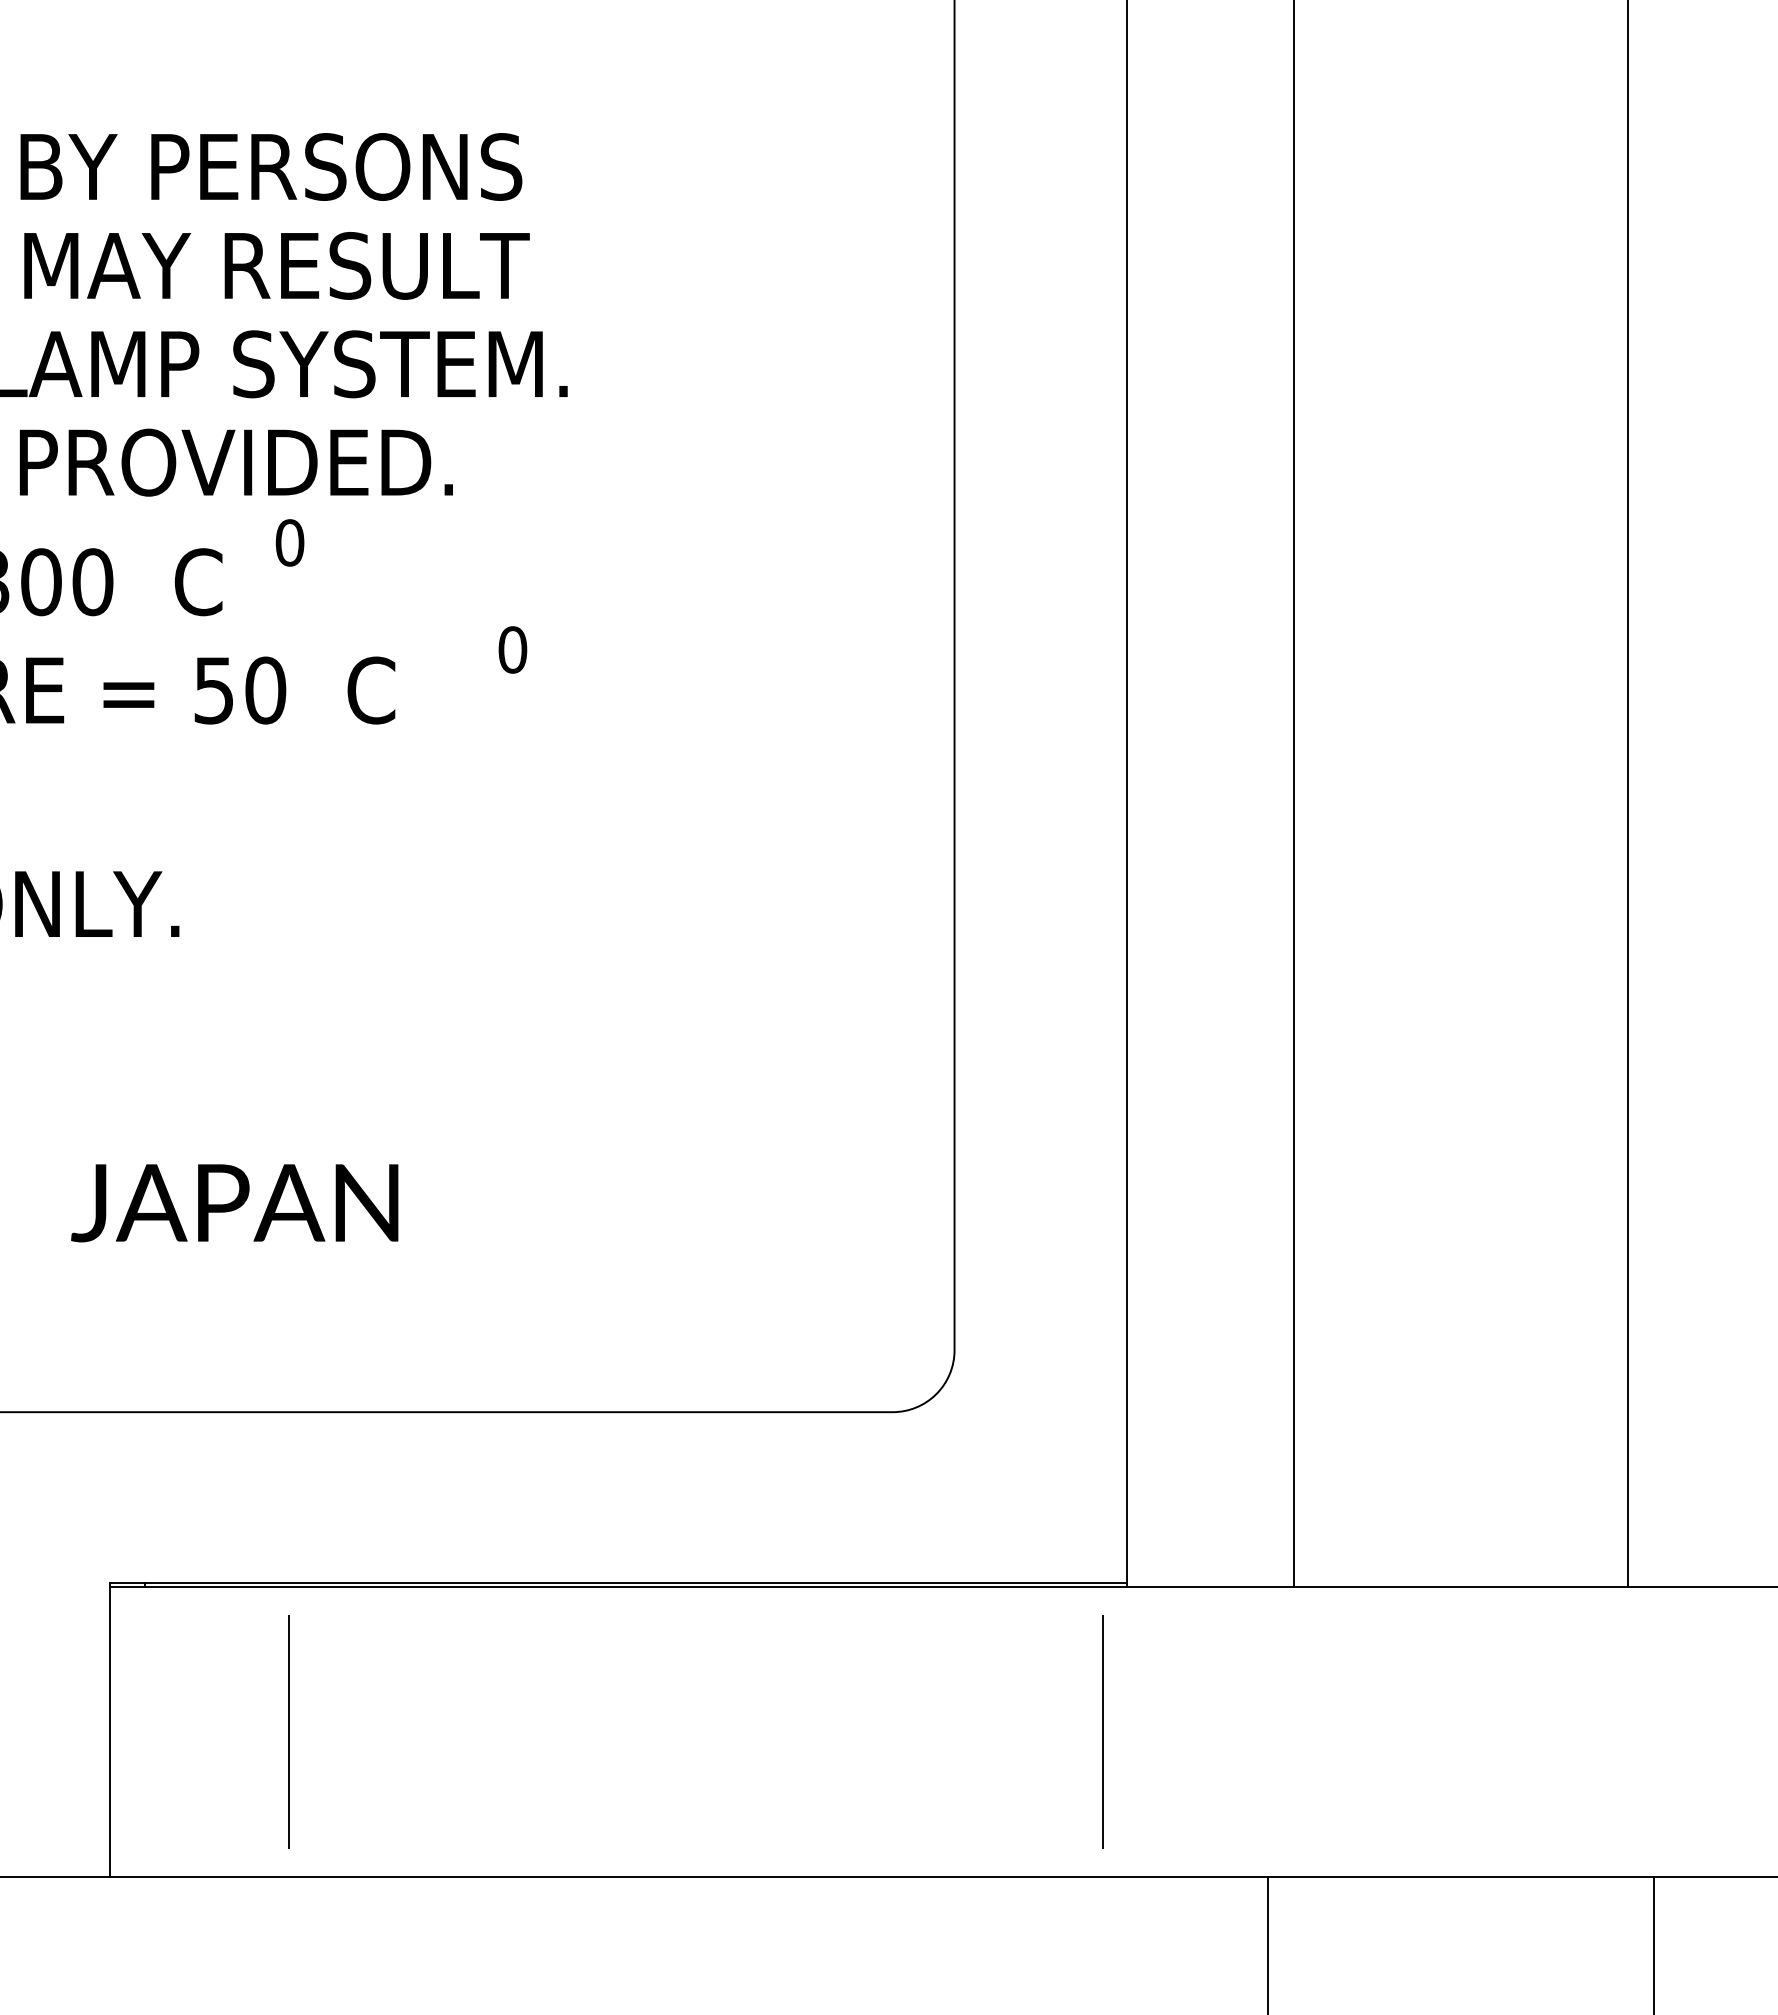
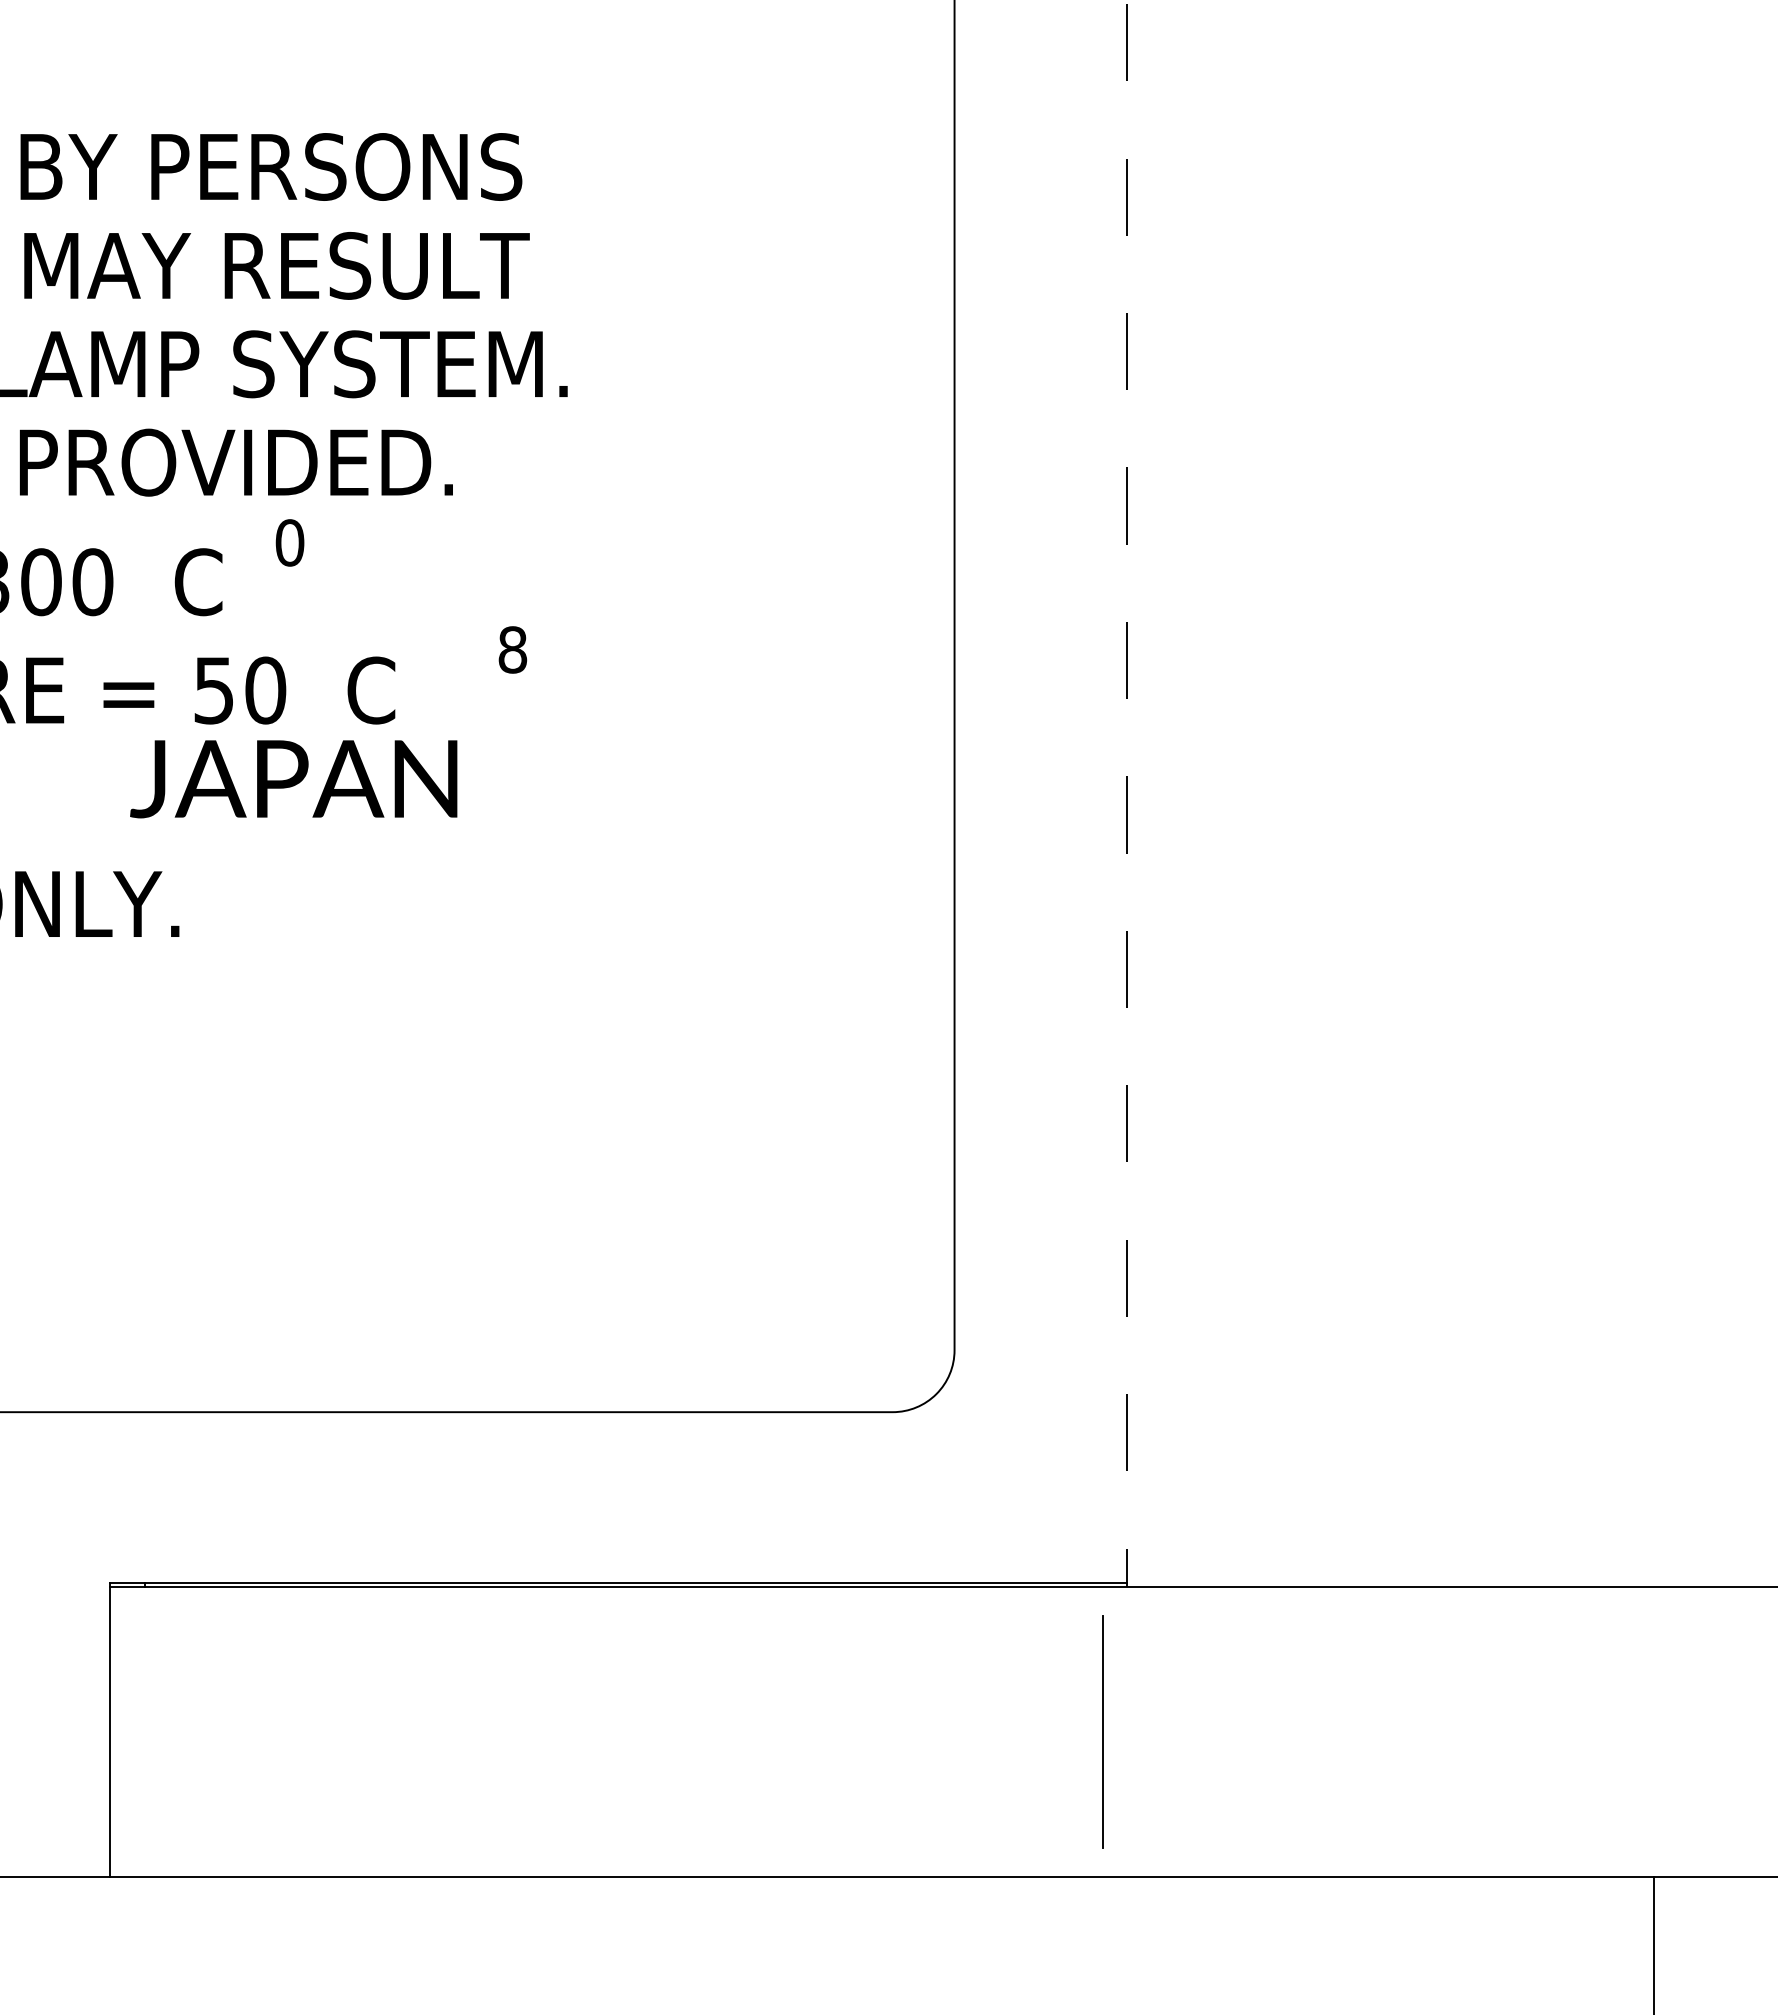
text at (512, 649): 0 -> 8
line at (1127, 794): solid -> dashed
line at (1294, 794): present -> none
line at (1628, 794): present -> none
text at (234, 1203) position: (234, 1203) -> (293, 779)
line at (288, 1731): present -> none
line at (1268, 1943): present -> none
